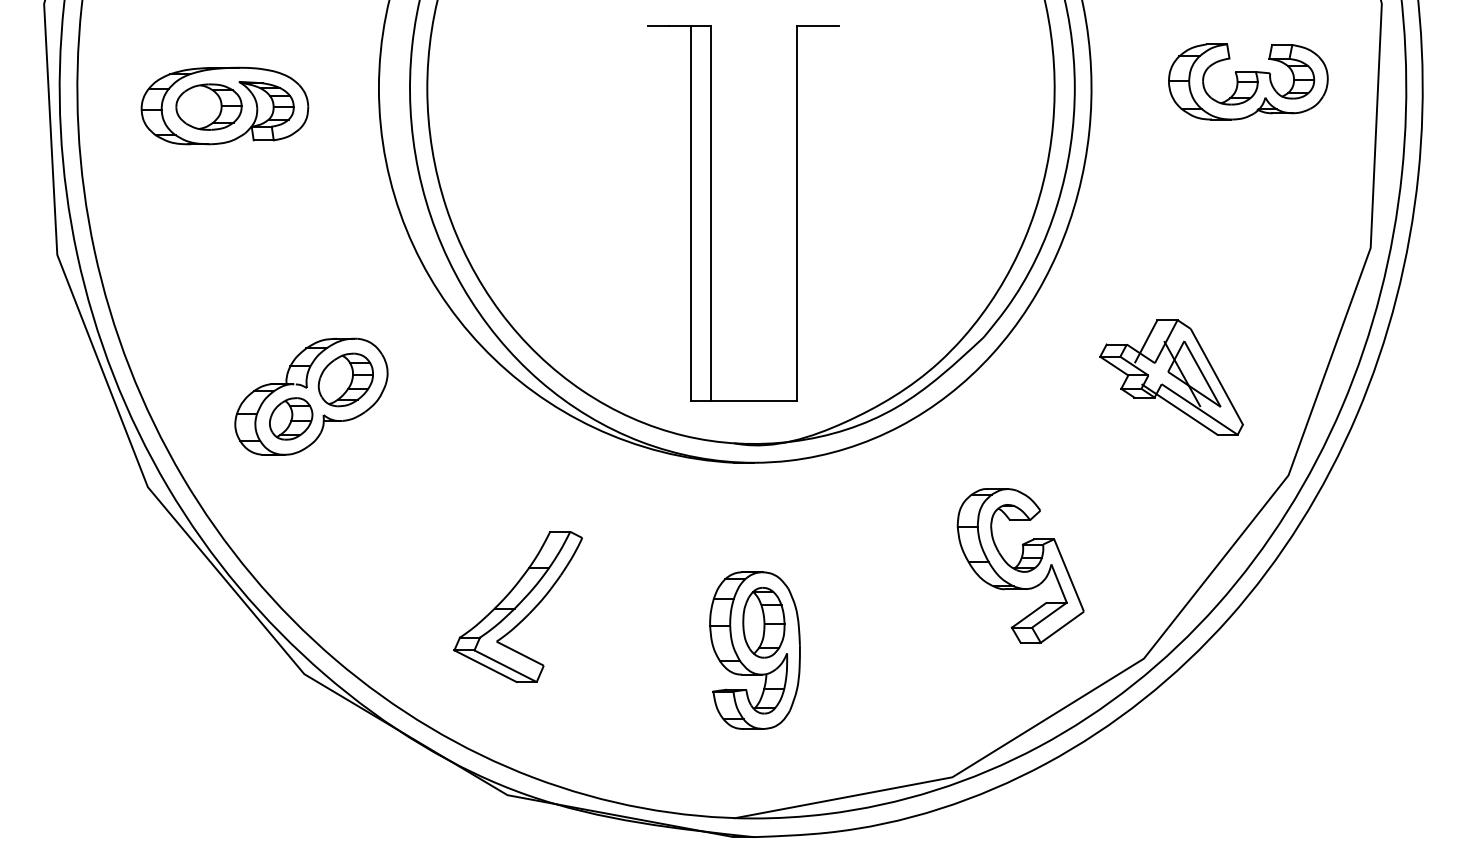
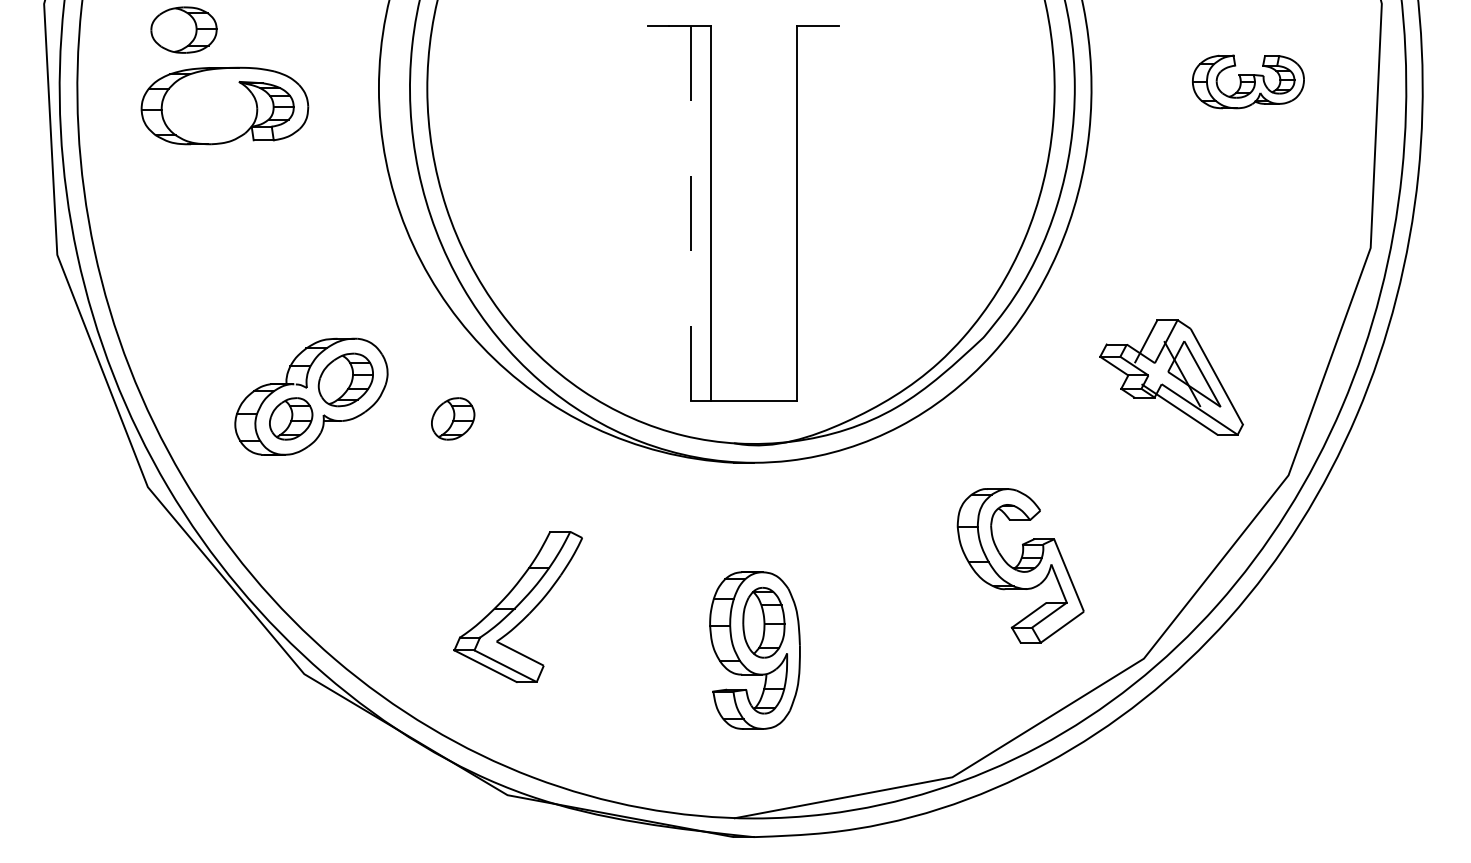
part at (1248, 81) size: 161x78 px -> 113x56 px
part at (208, 106) position: (208, 106) -> (183, 29)
line at (691, 212): solid -> dashed
part at (453, 418): none -> present
